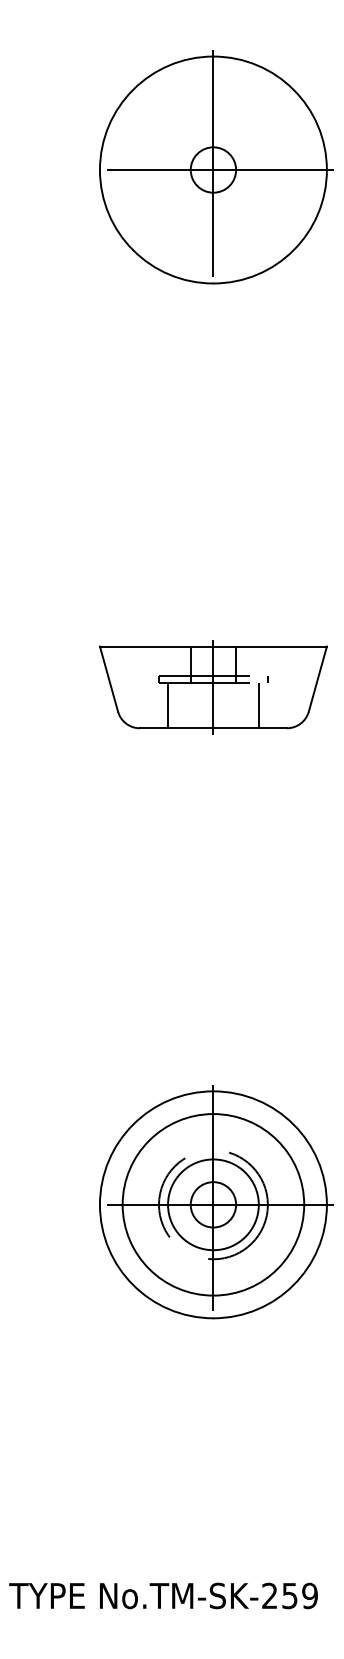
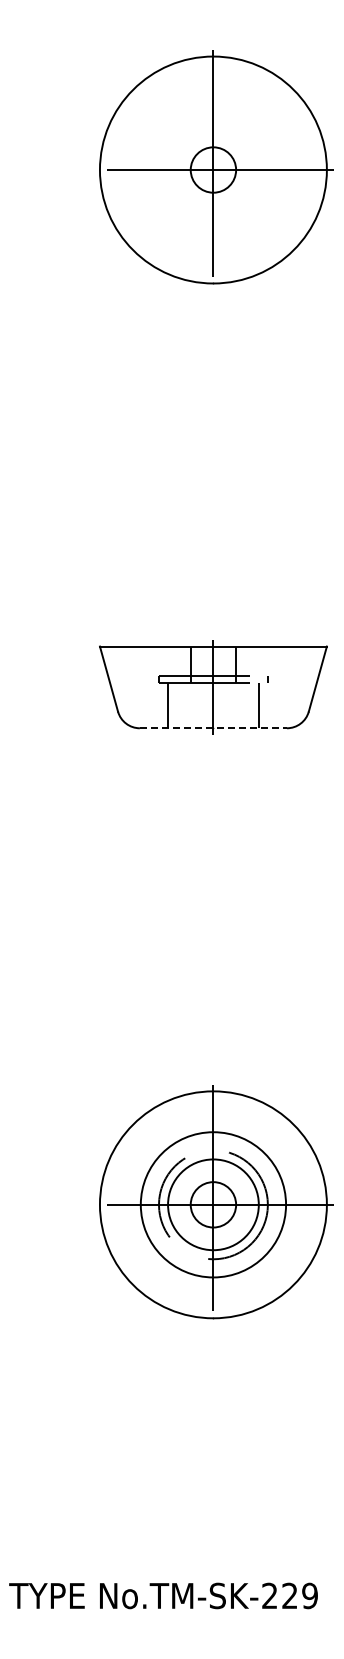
line at (213, 728): solid -> dashed
circle at (213, 1204) diameter: 182 px -> 145 px
text at (289, 1595): No.TM-SK-259 -> No.TM-SK-229
